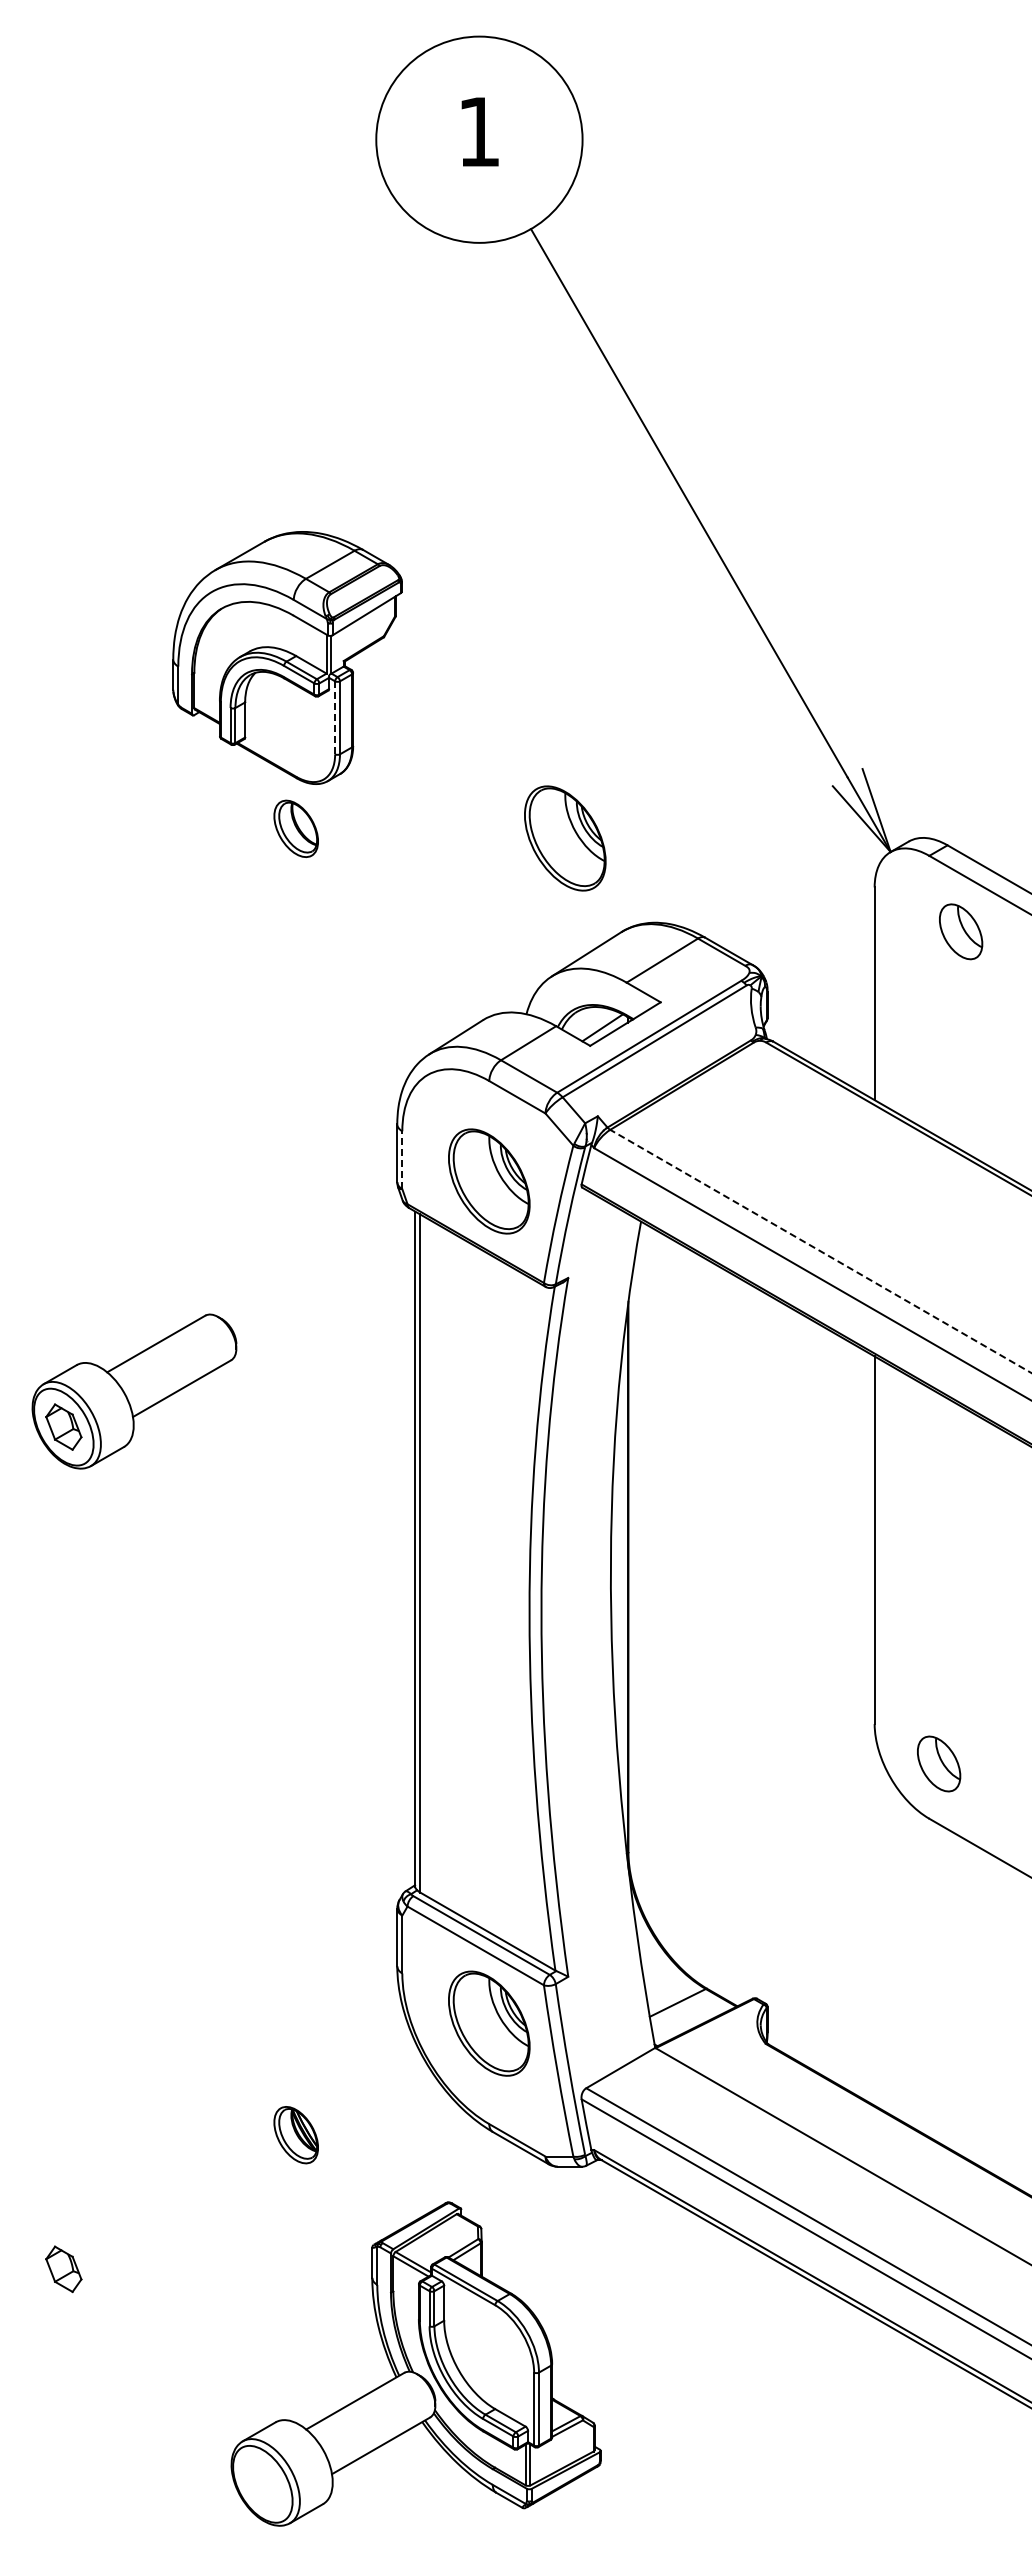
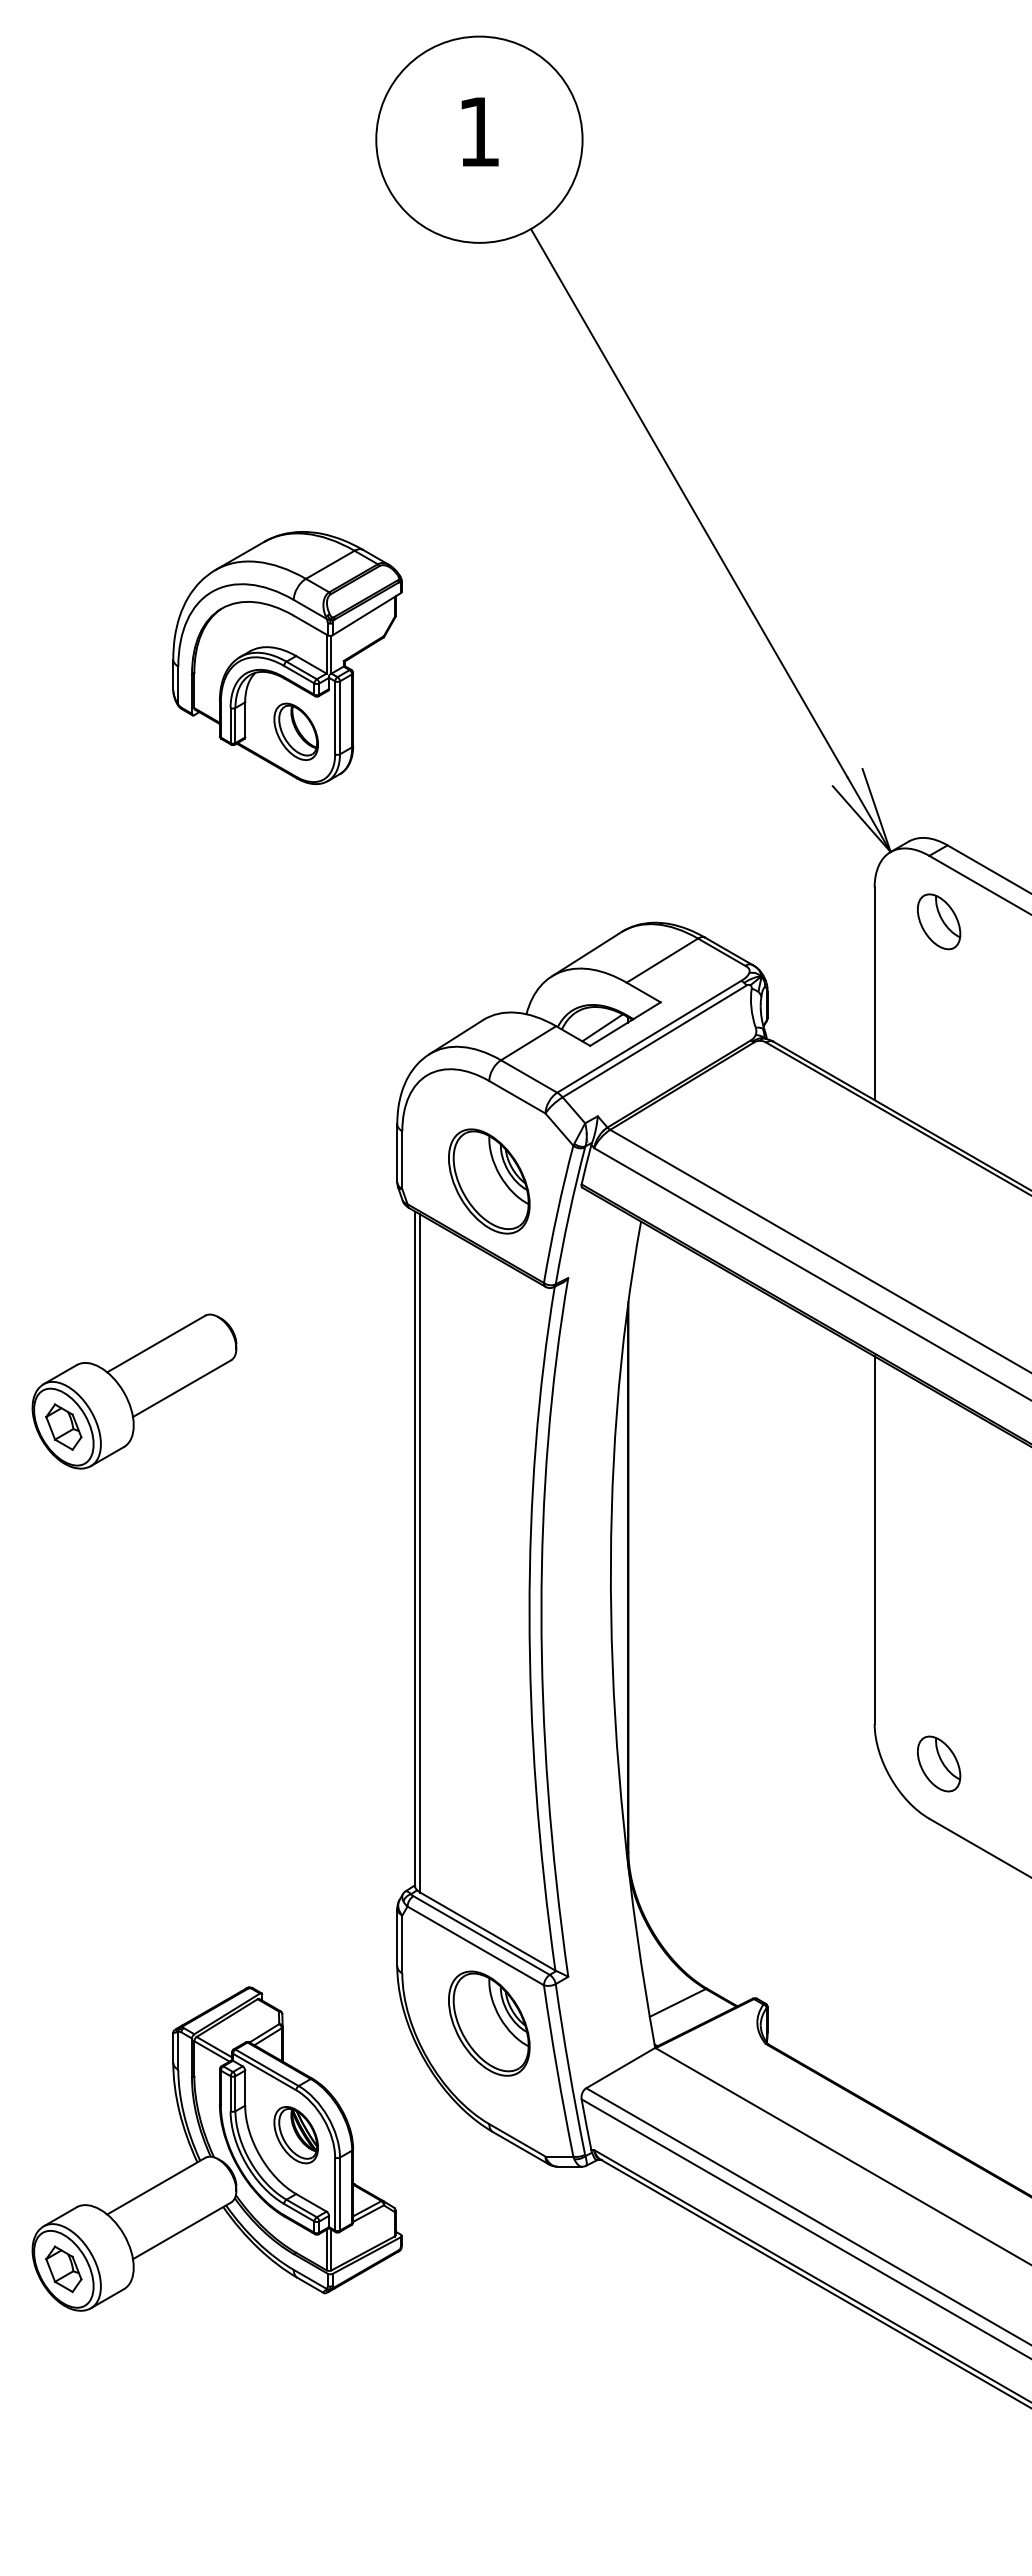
line at (335, 718): dashed -> solid
part at (295, 828) position: (295, 828) -> (295, 731)
part at (565, 838): present -> none
part at (961, 931) position: (961, 931) -> (939, 921)
line at (402, 1160): dashed -> solid
line at (820, 1251): dashed -> solid
part at (415, 2363) position: (415, 2363) -> (216, 2148)
